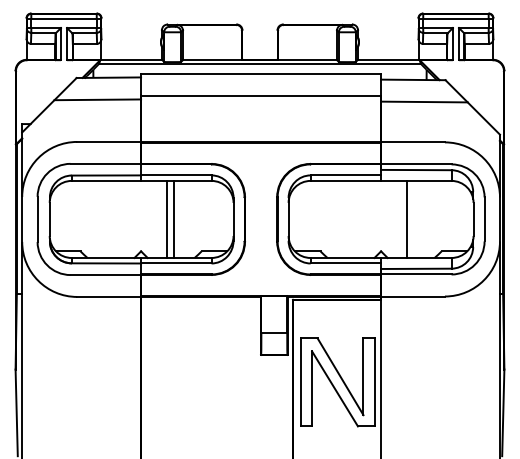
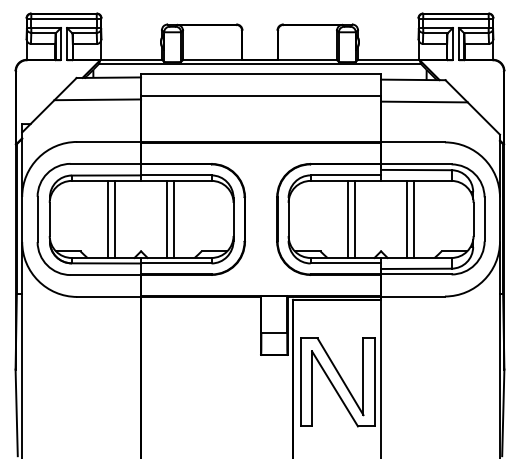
line at (108, 218): none -> present
line at (114, 218): none -> present
line at (348, 218): none -> present
line at (354, 218): none -> present
line at (414, 218): none -> present
